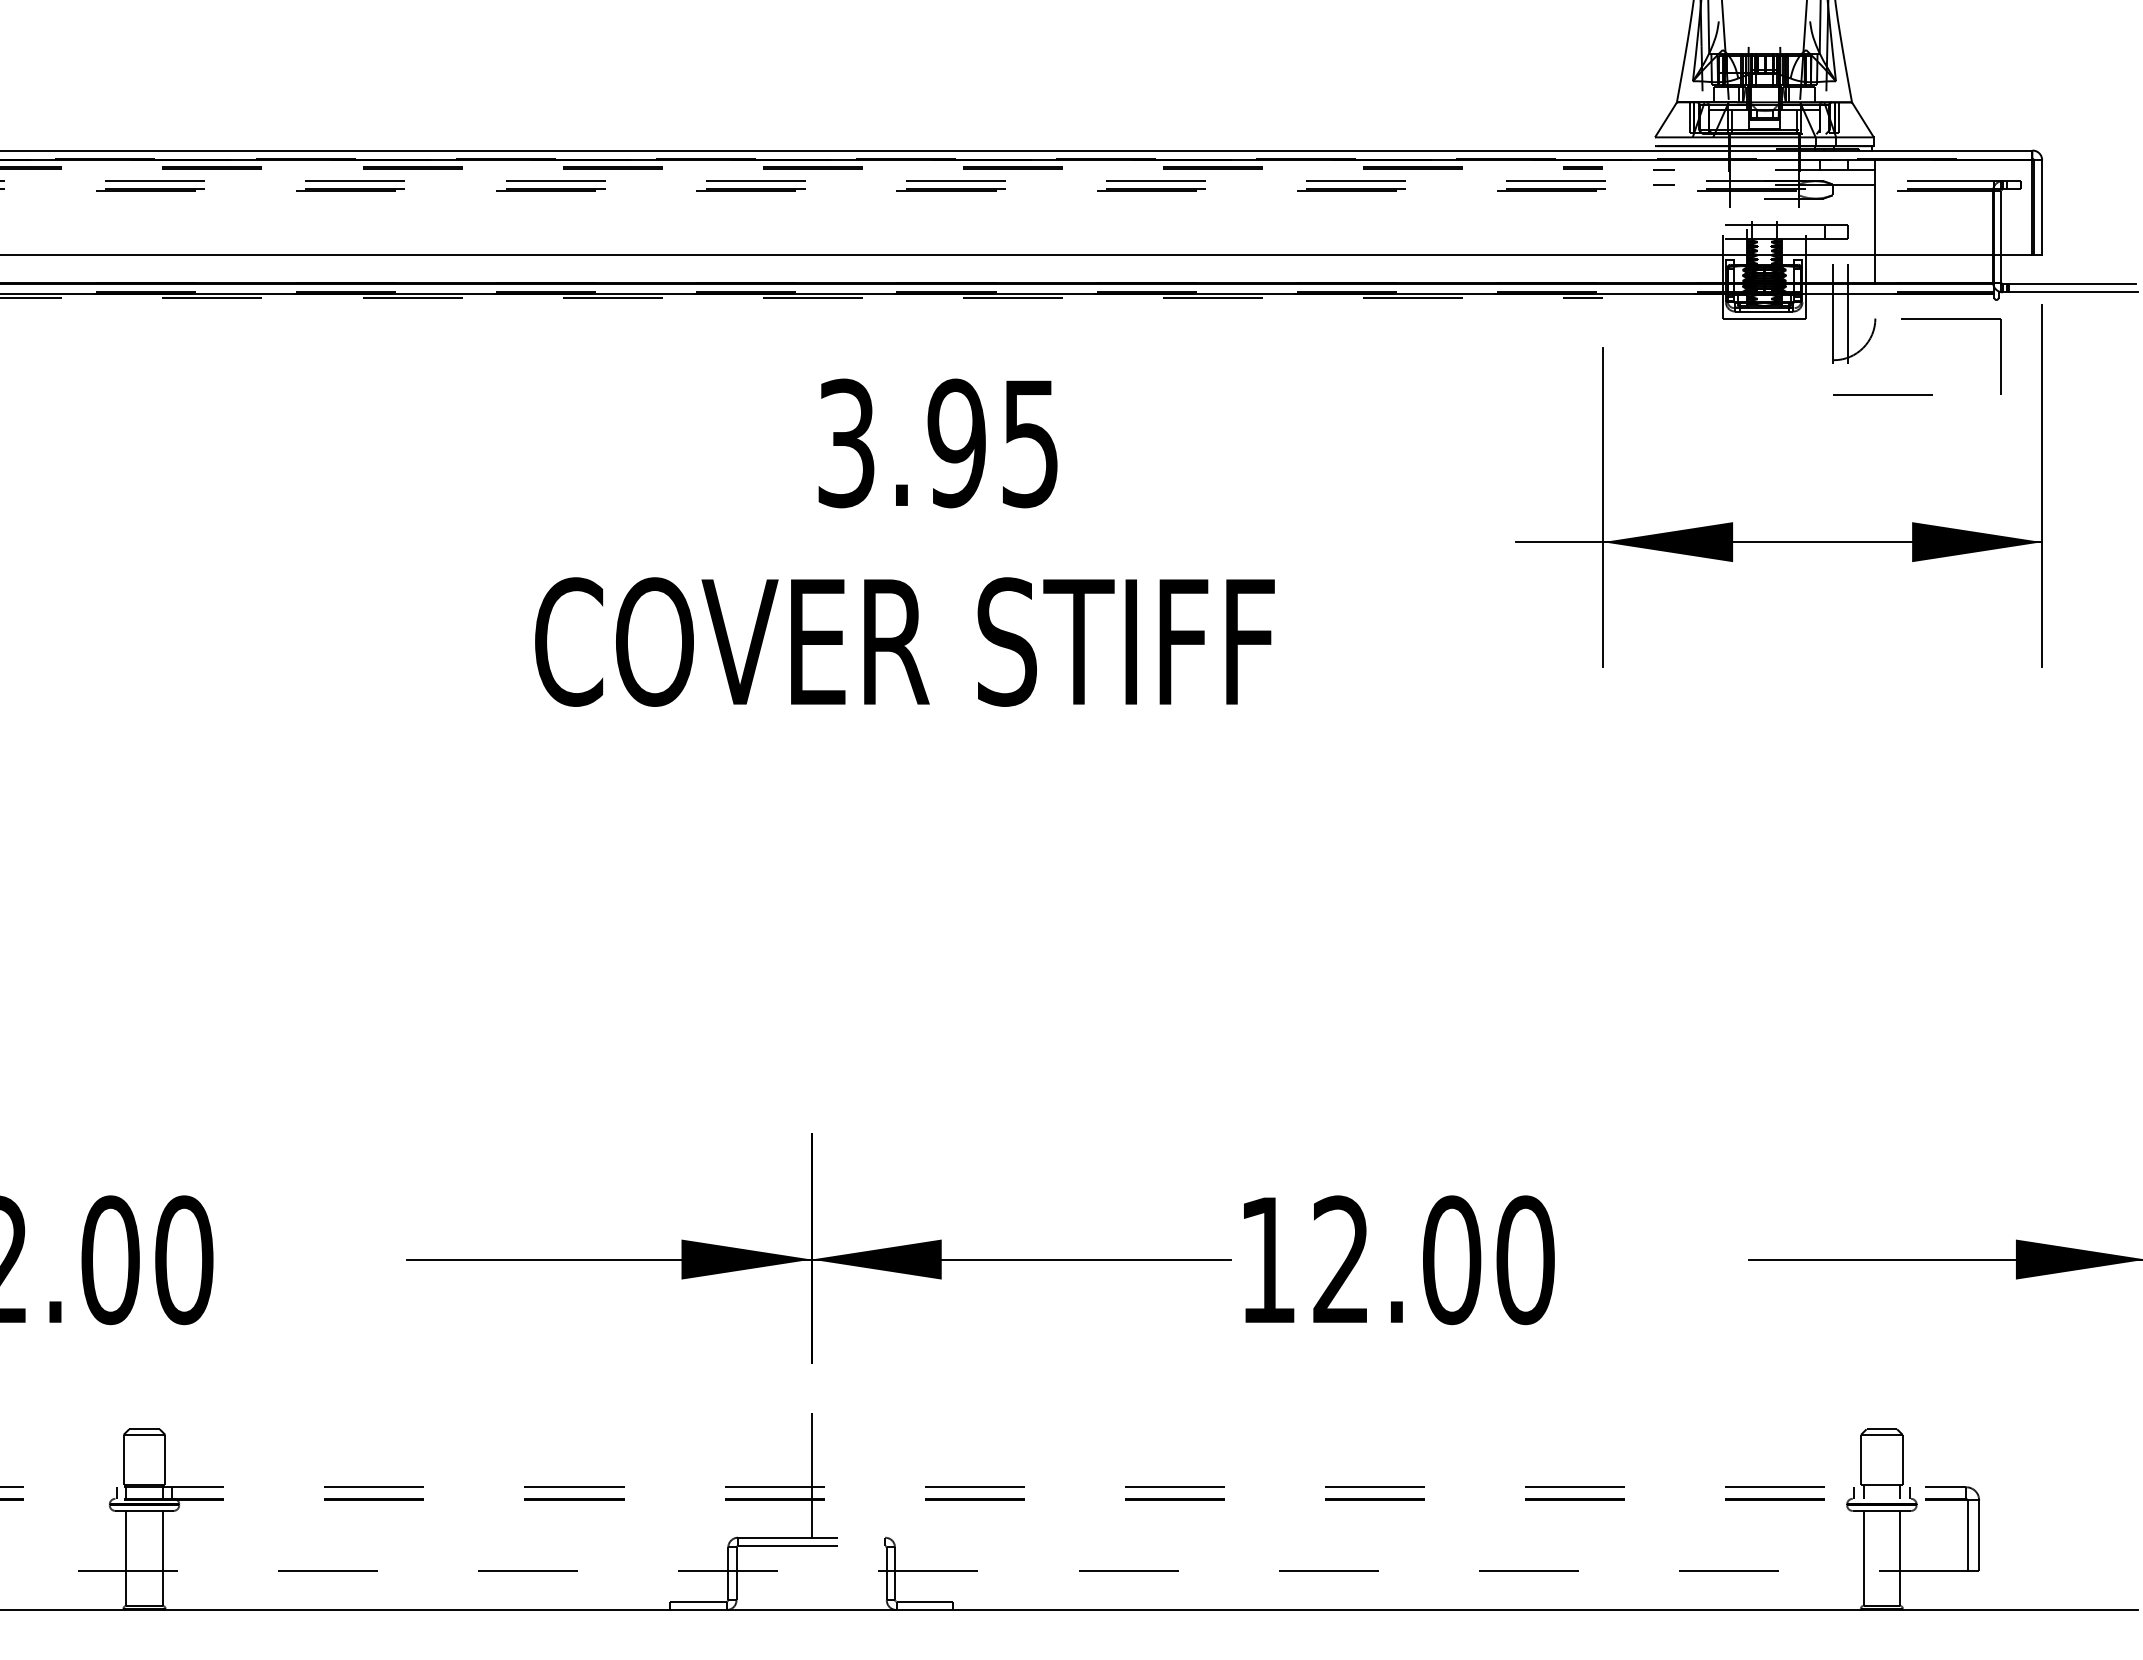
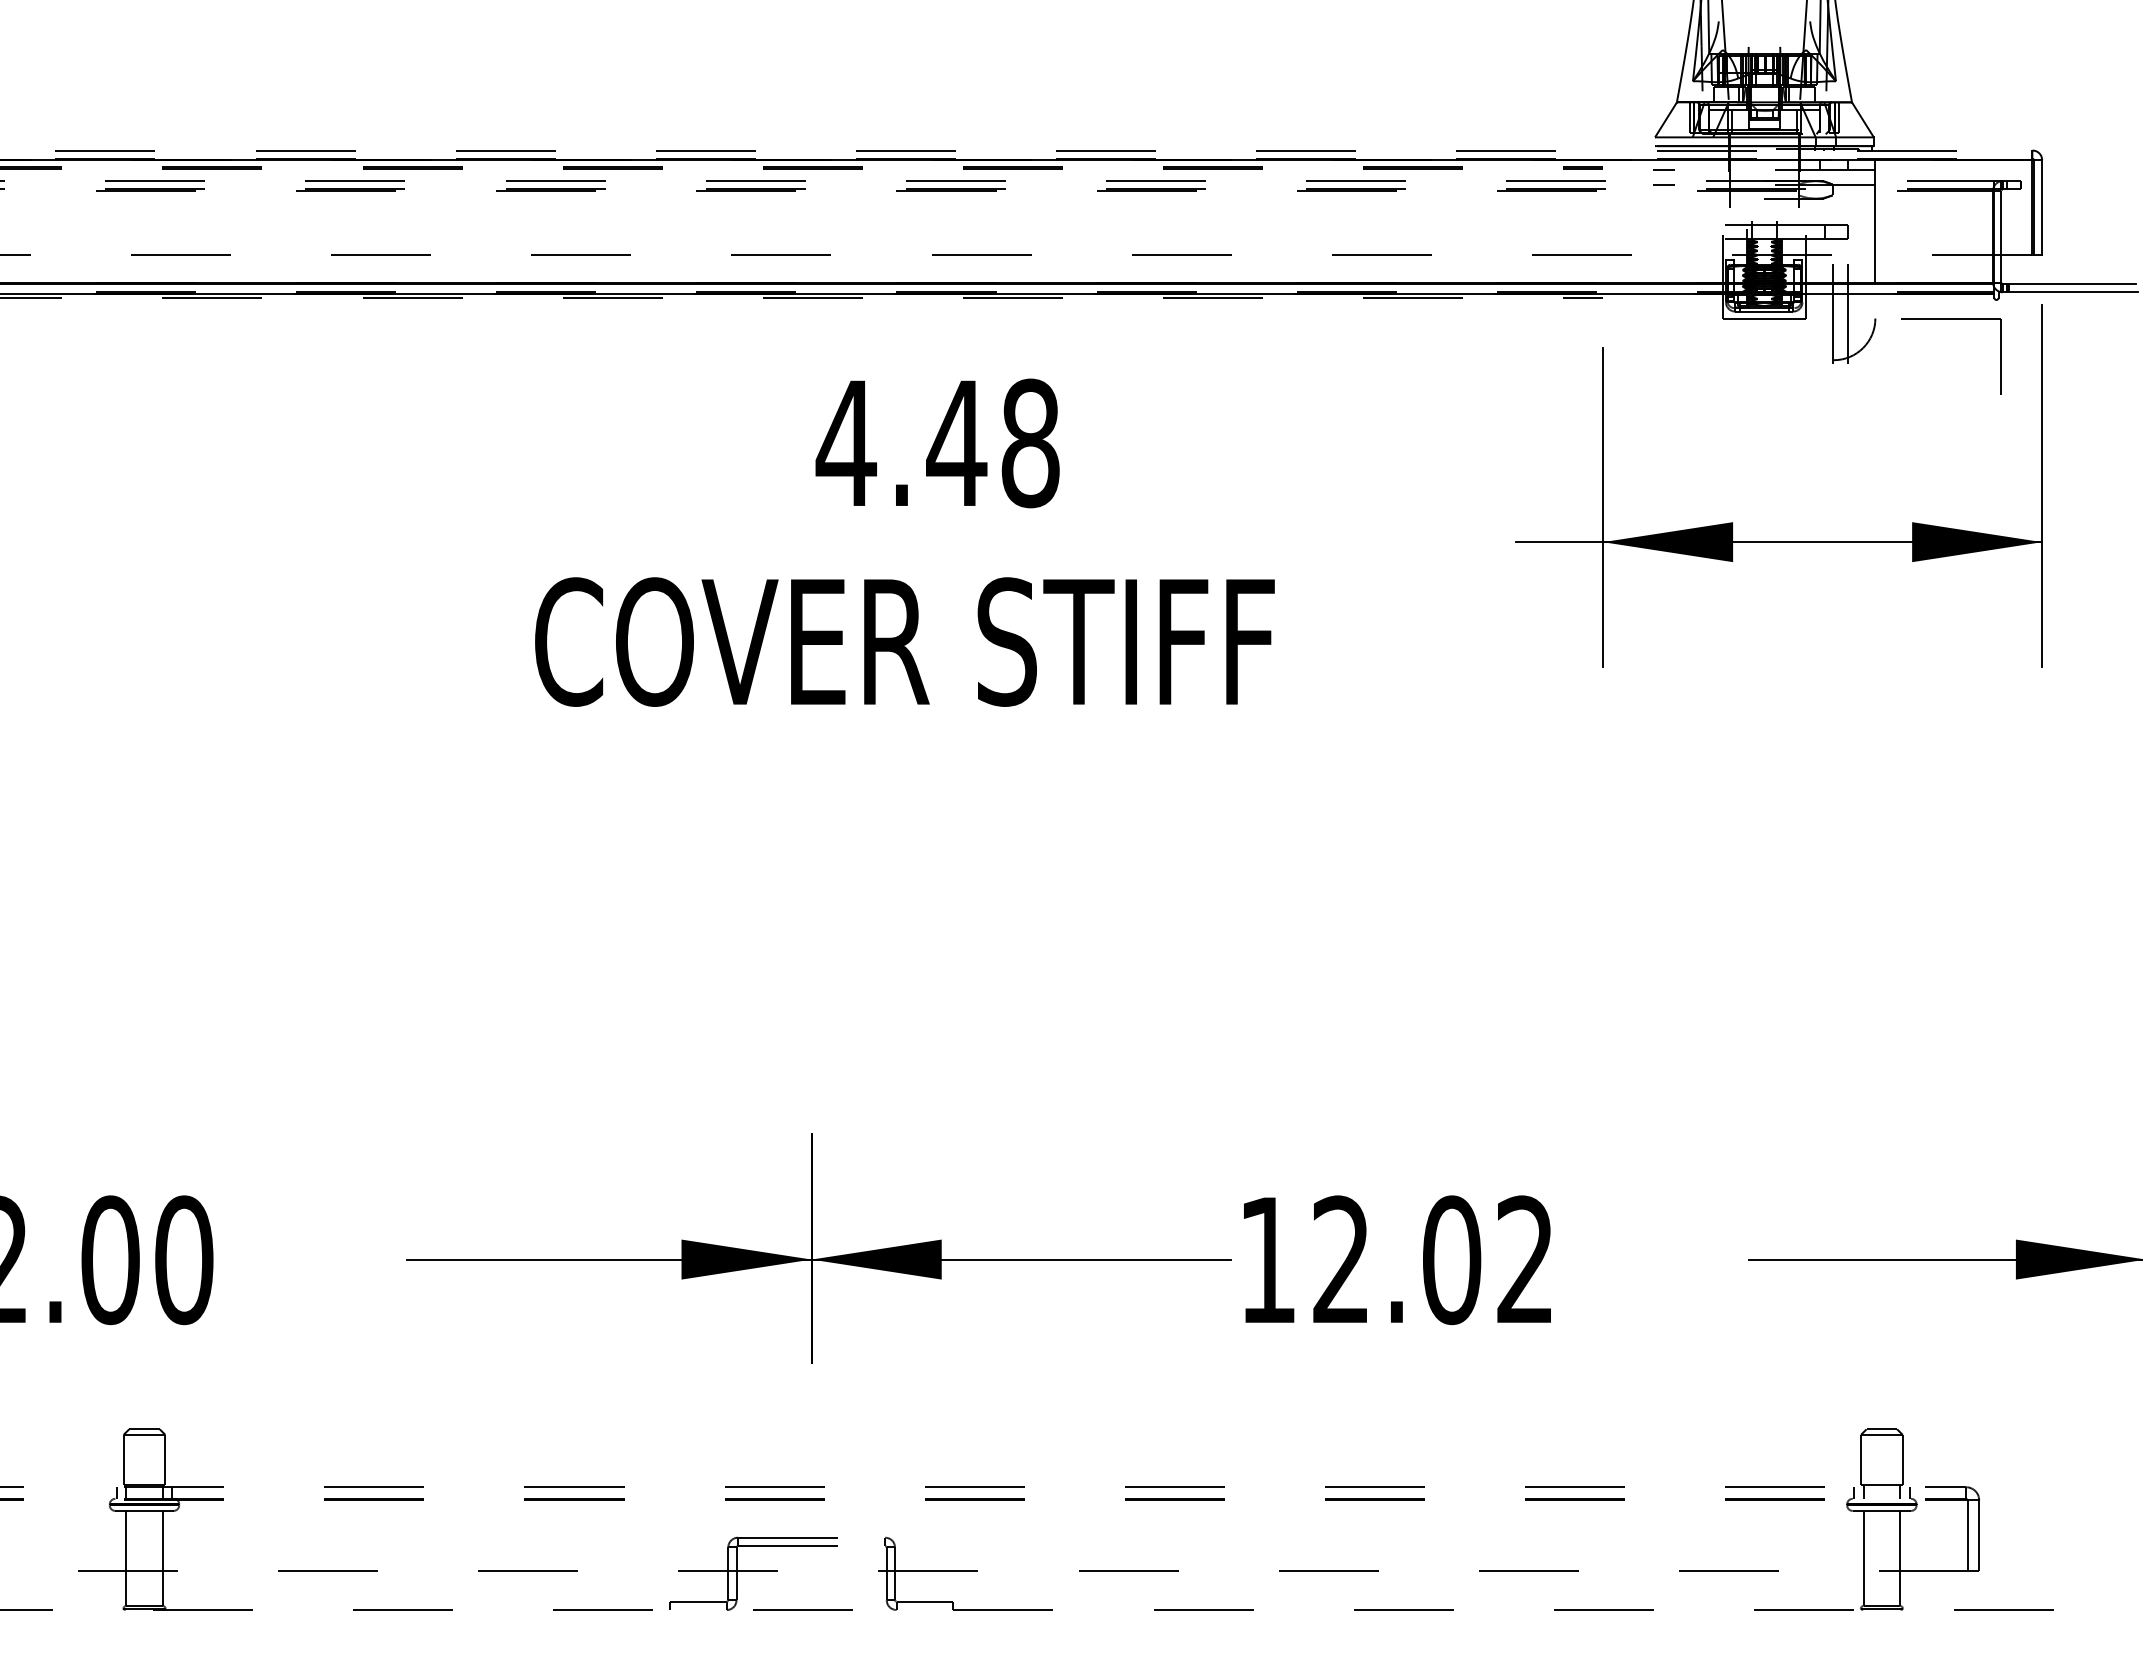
line at (1016, 150): solid -> dashed
line at (1016, 254): solid -> dashed
line at (1882, 394): present -> none
text at (937, 443): 3.95 -> 4.48
text at (1525, 1260): 12.00 -> 12.02
line at (811, 1474): present -> none
line at (1068, 1610): solid -> dashed
